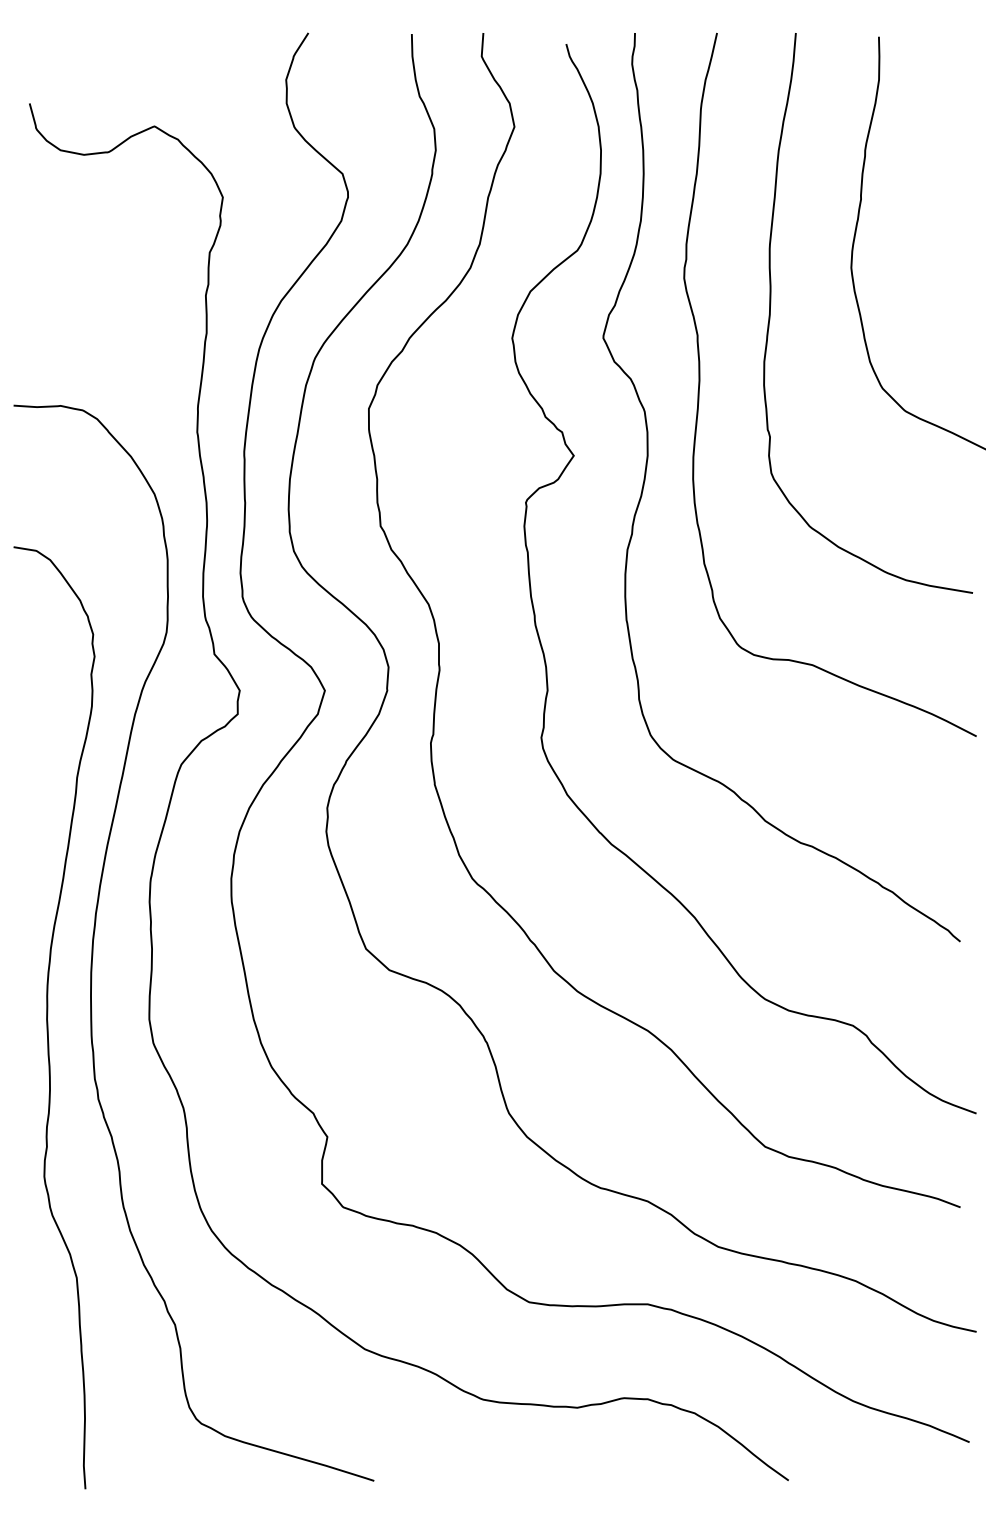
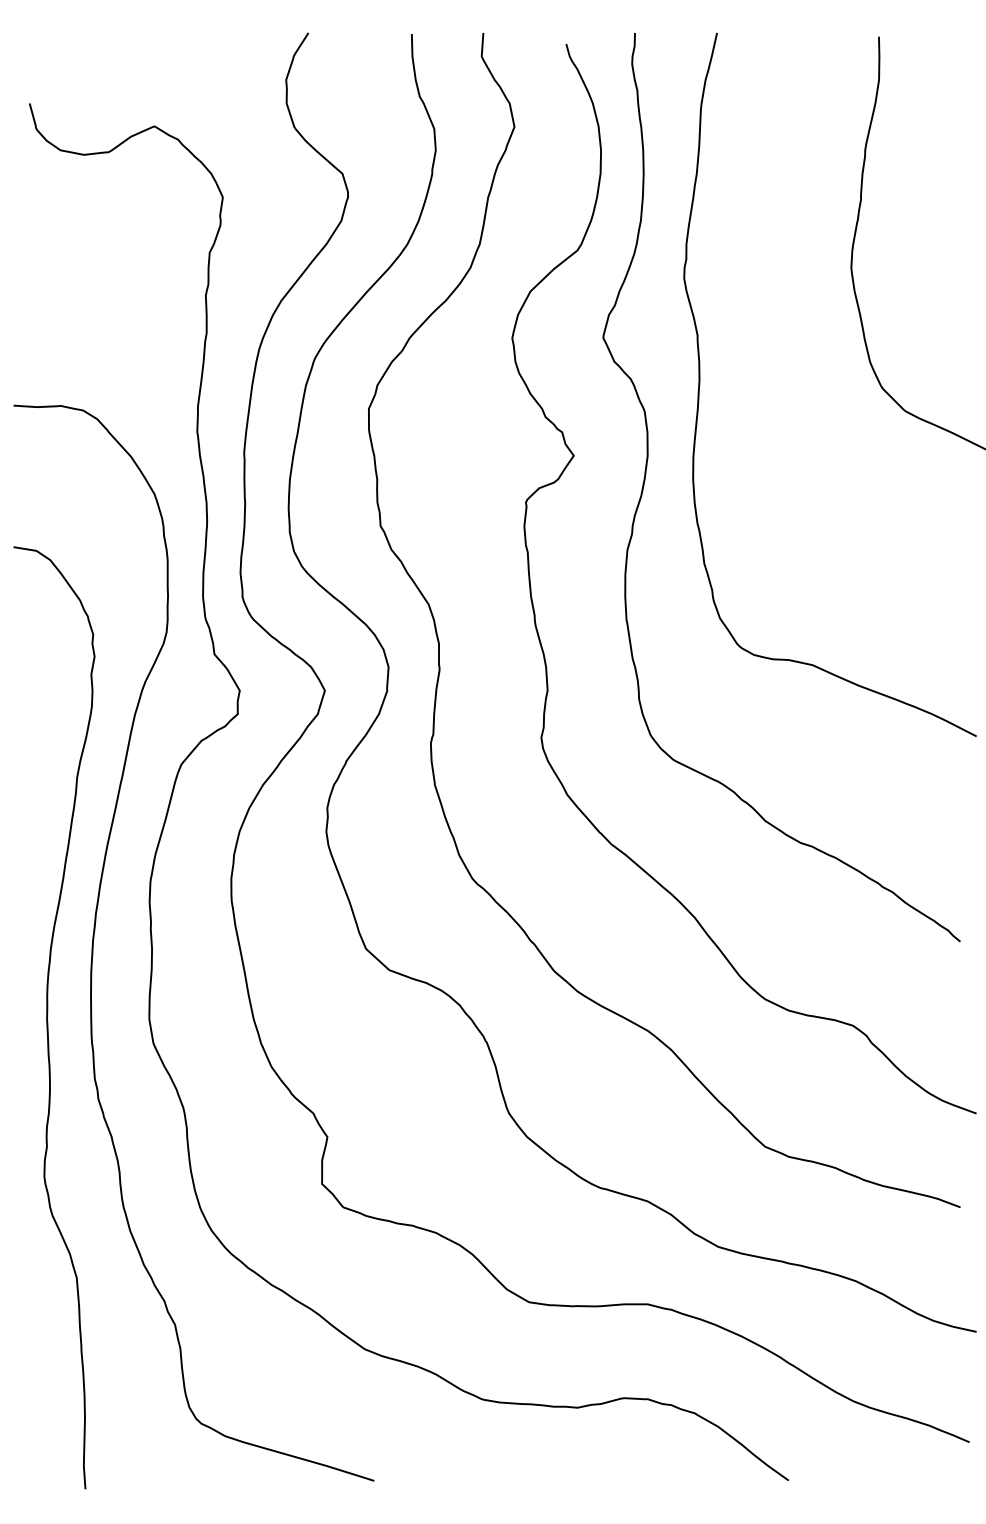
curve at (771, 304): present -> none
